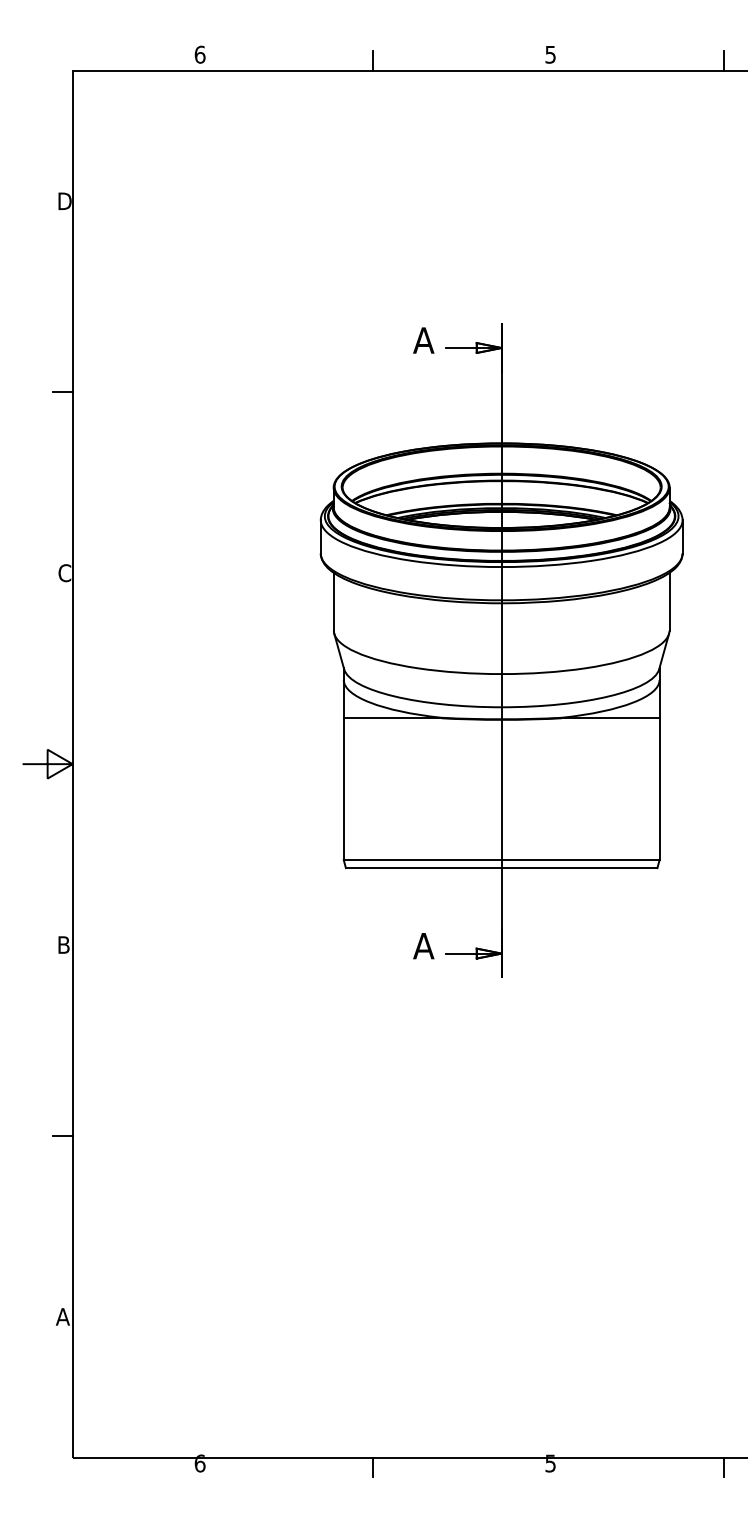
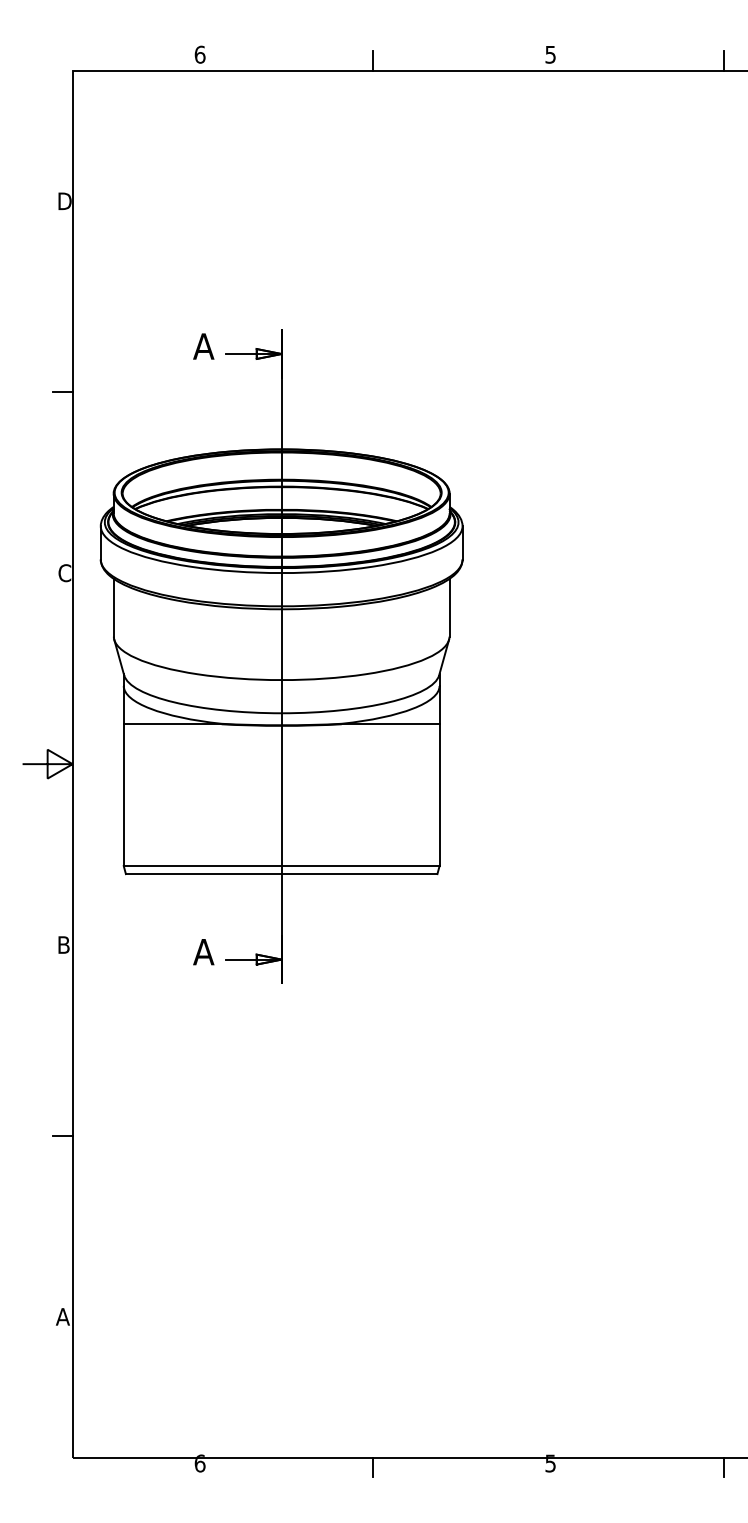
part at (501, 650) position: (501, 650) -> (281, 656)
